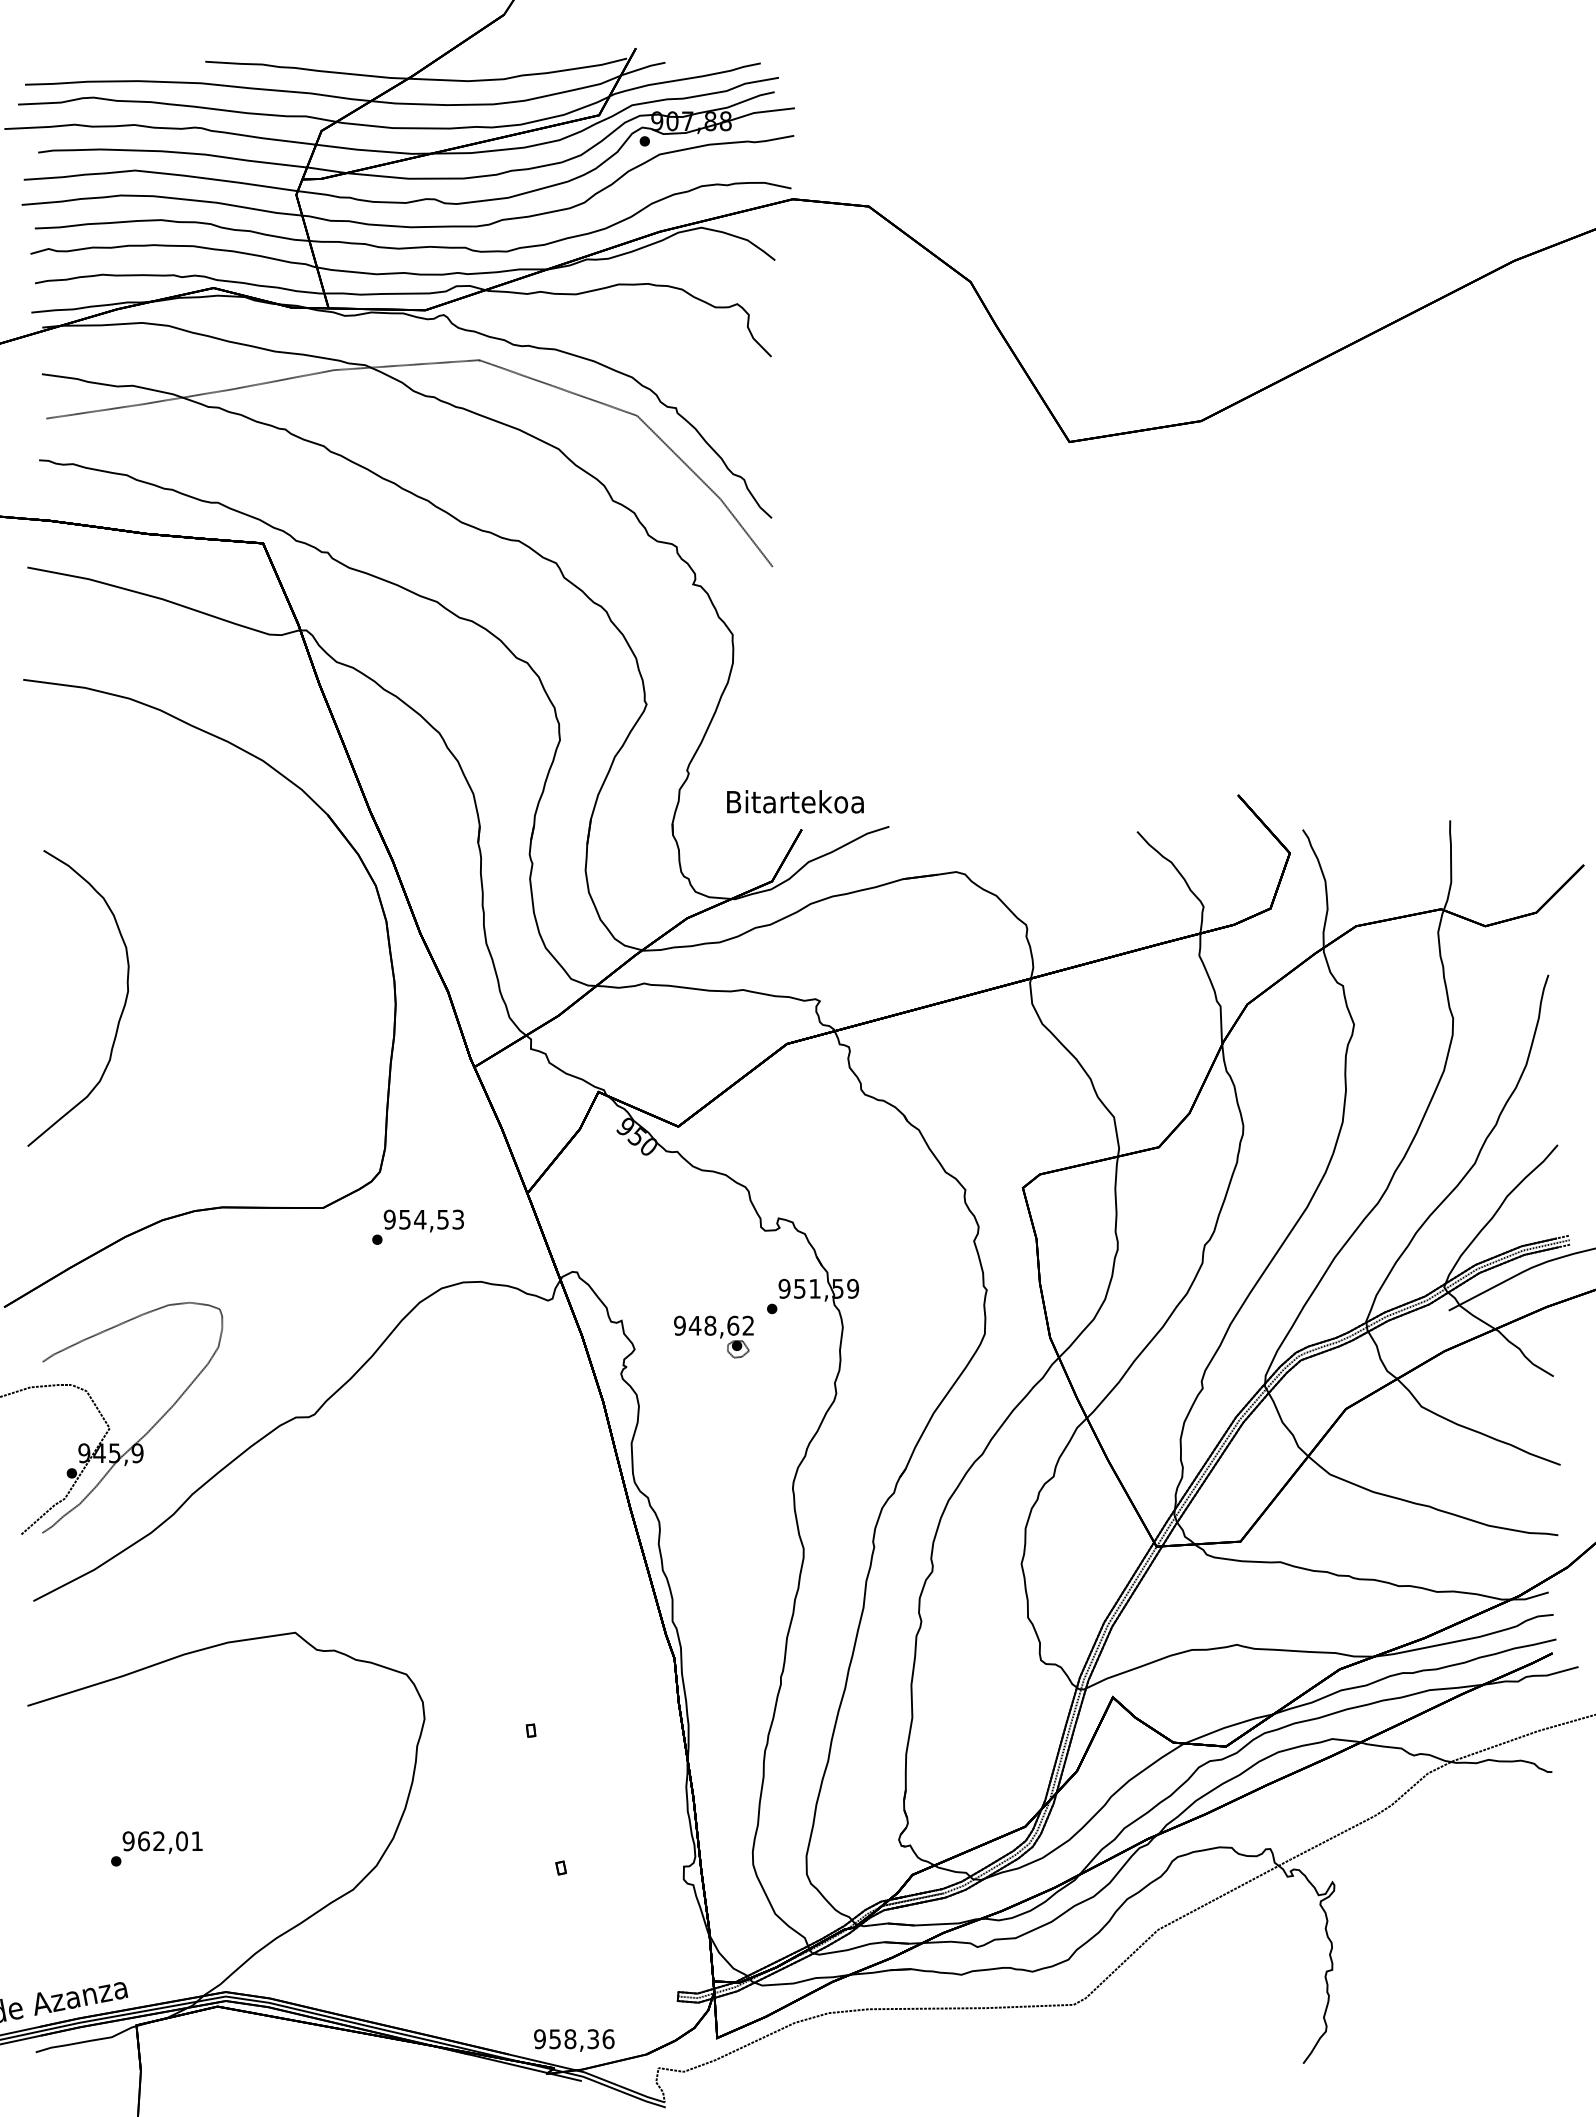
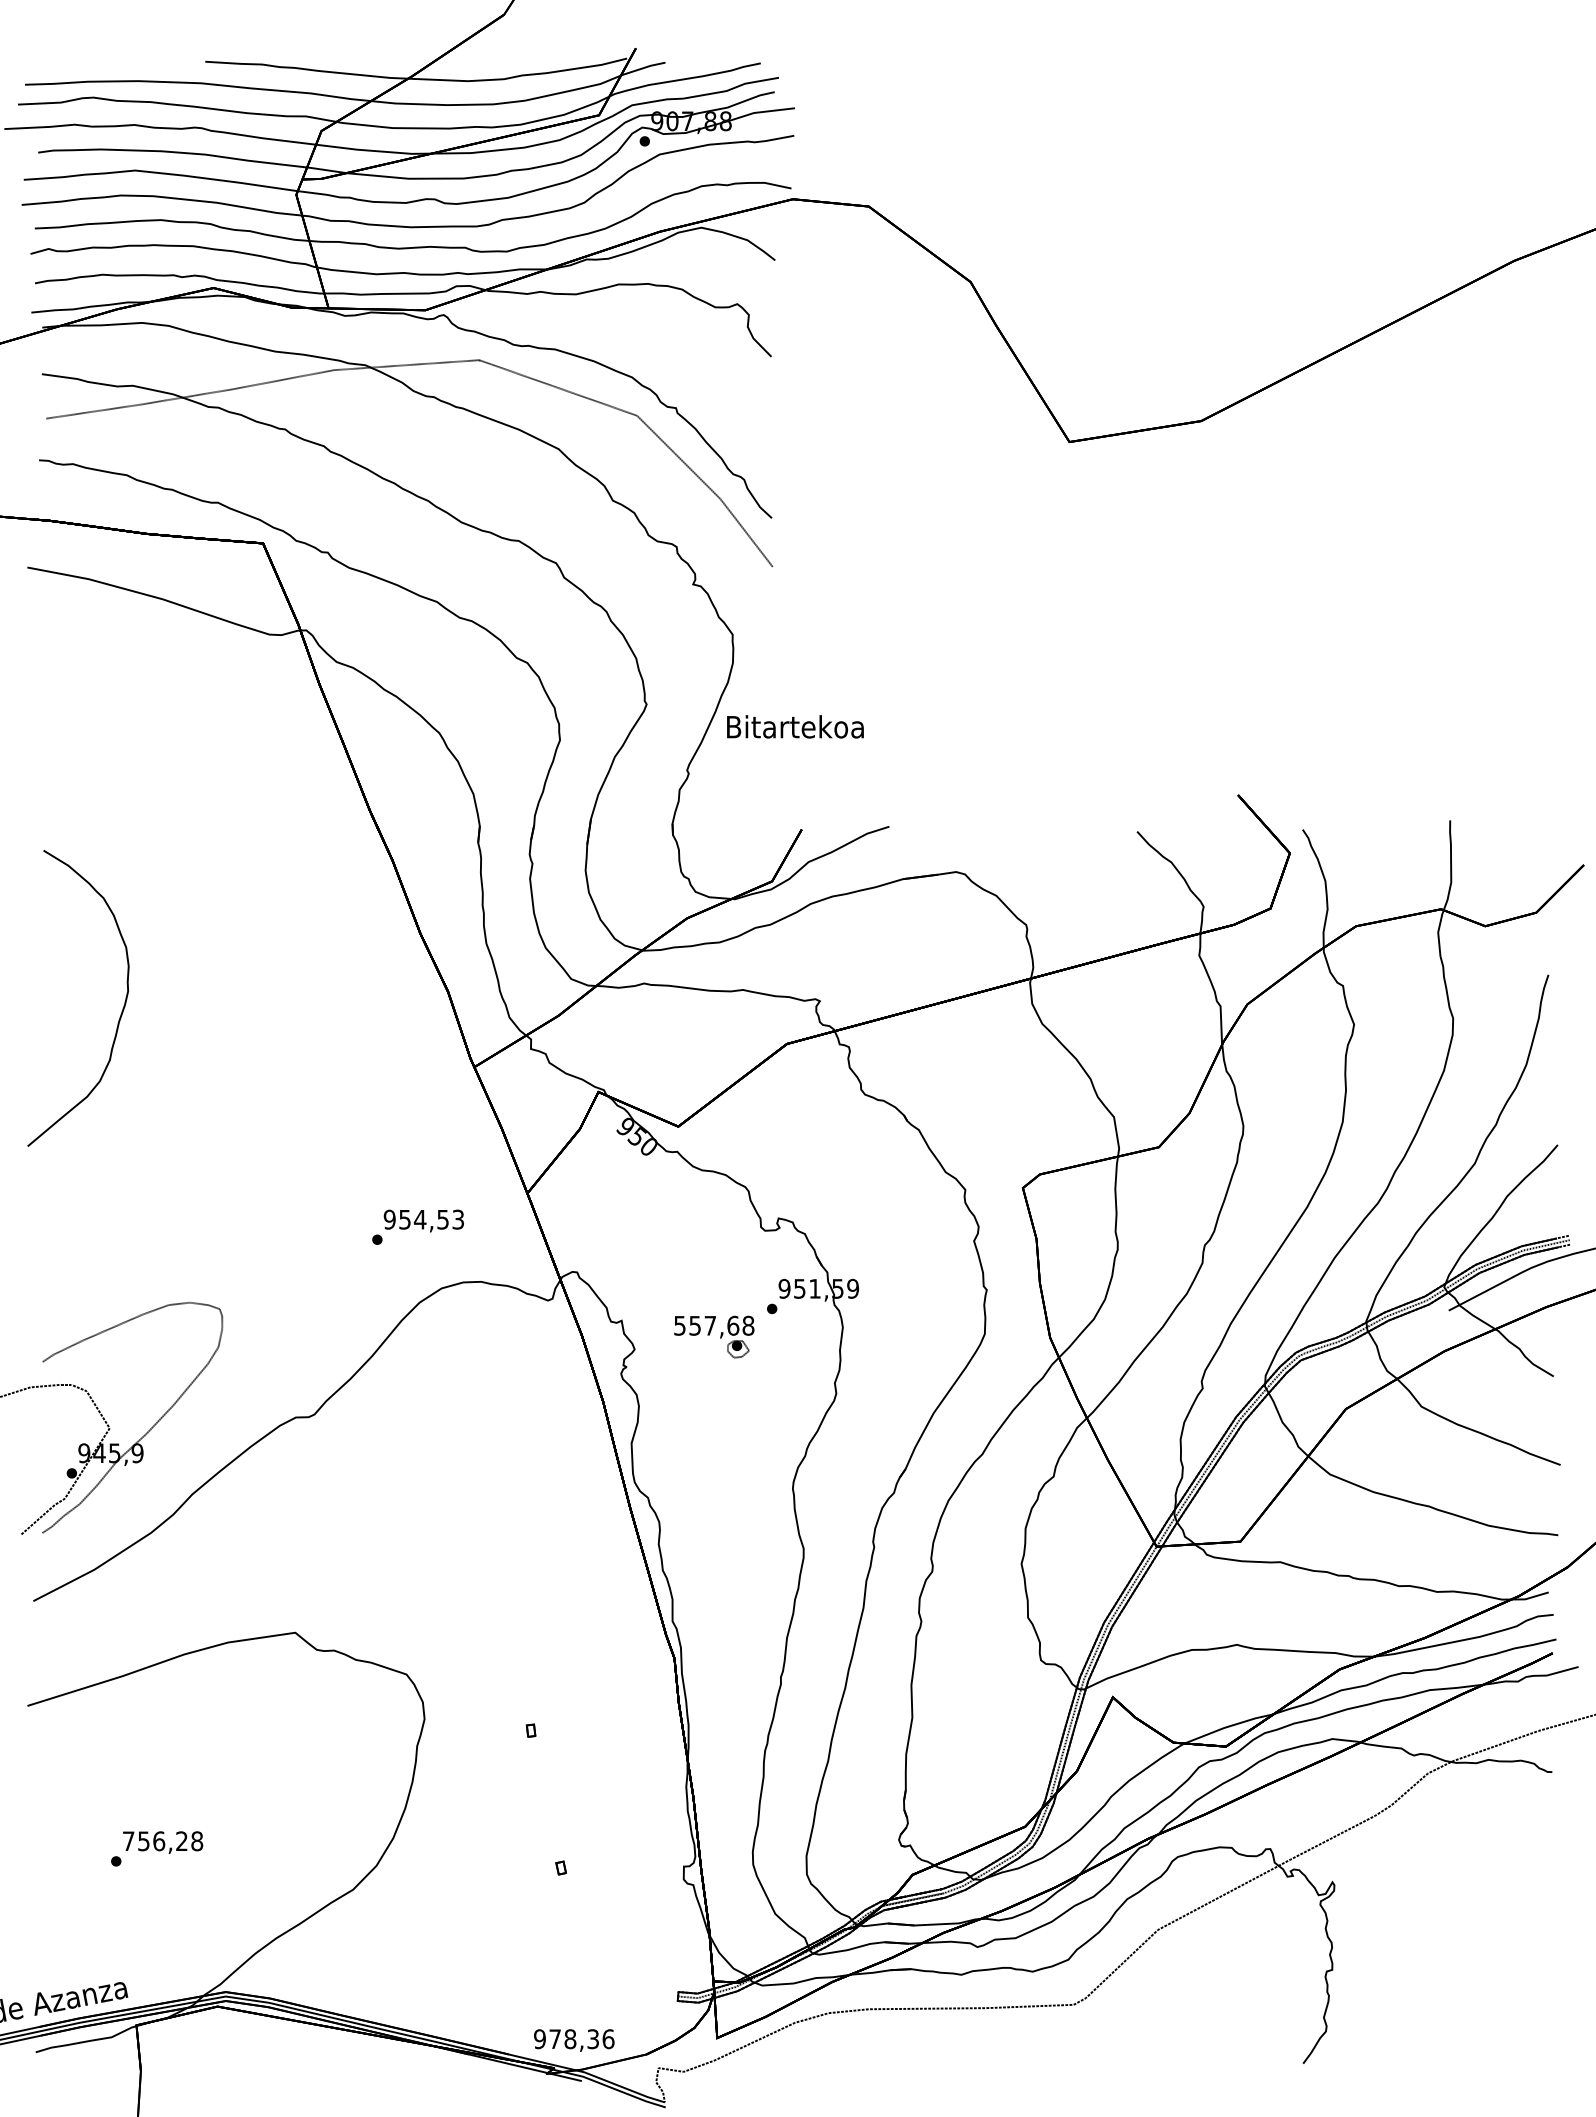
text at (795, 801) position: (795, 801) -> (795, 726)
part at (390, 963): present -> none
text at (714, 1325): 948,62 -> 557,68
text at (162, 1841): 962,01 -> 756,28
text at (554, 2039): 958,36 -> 978,36
